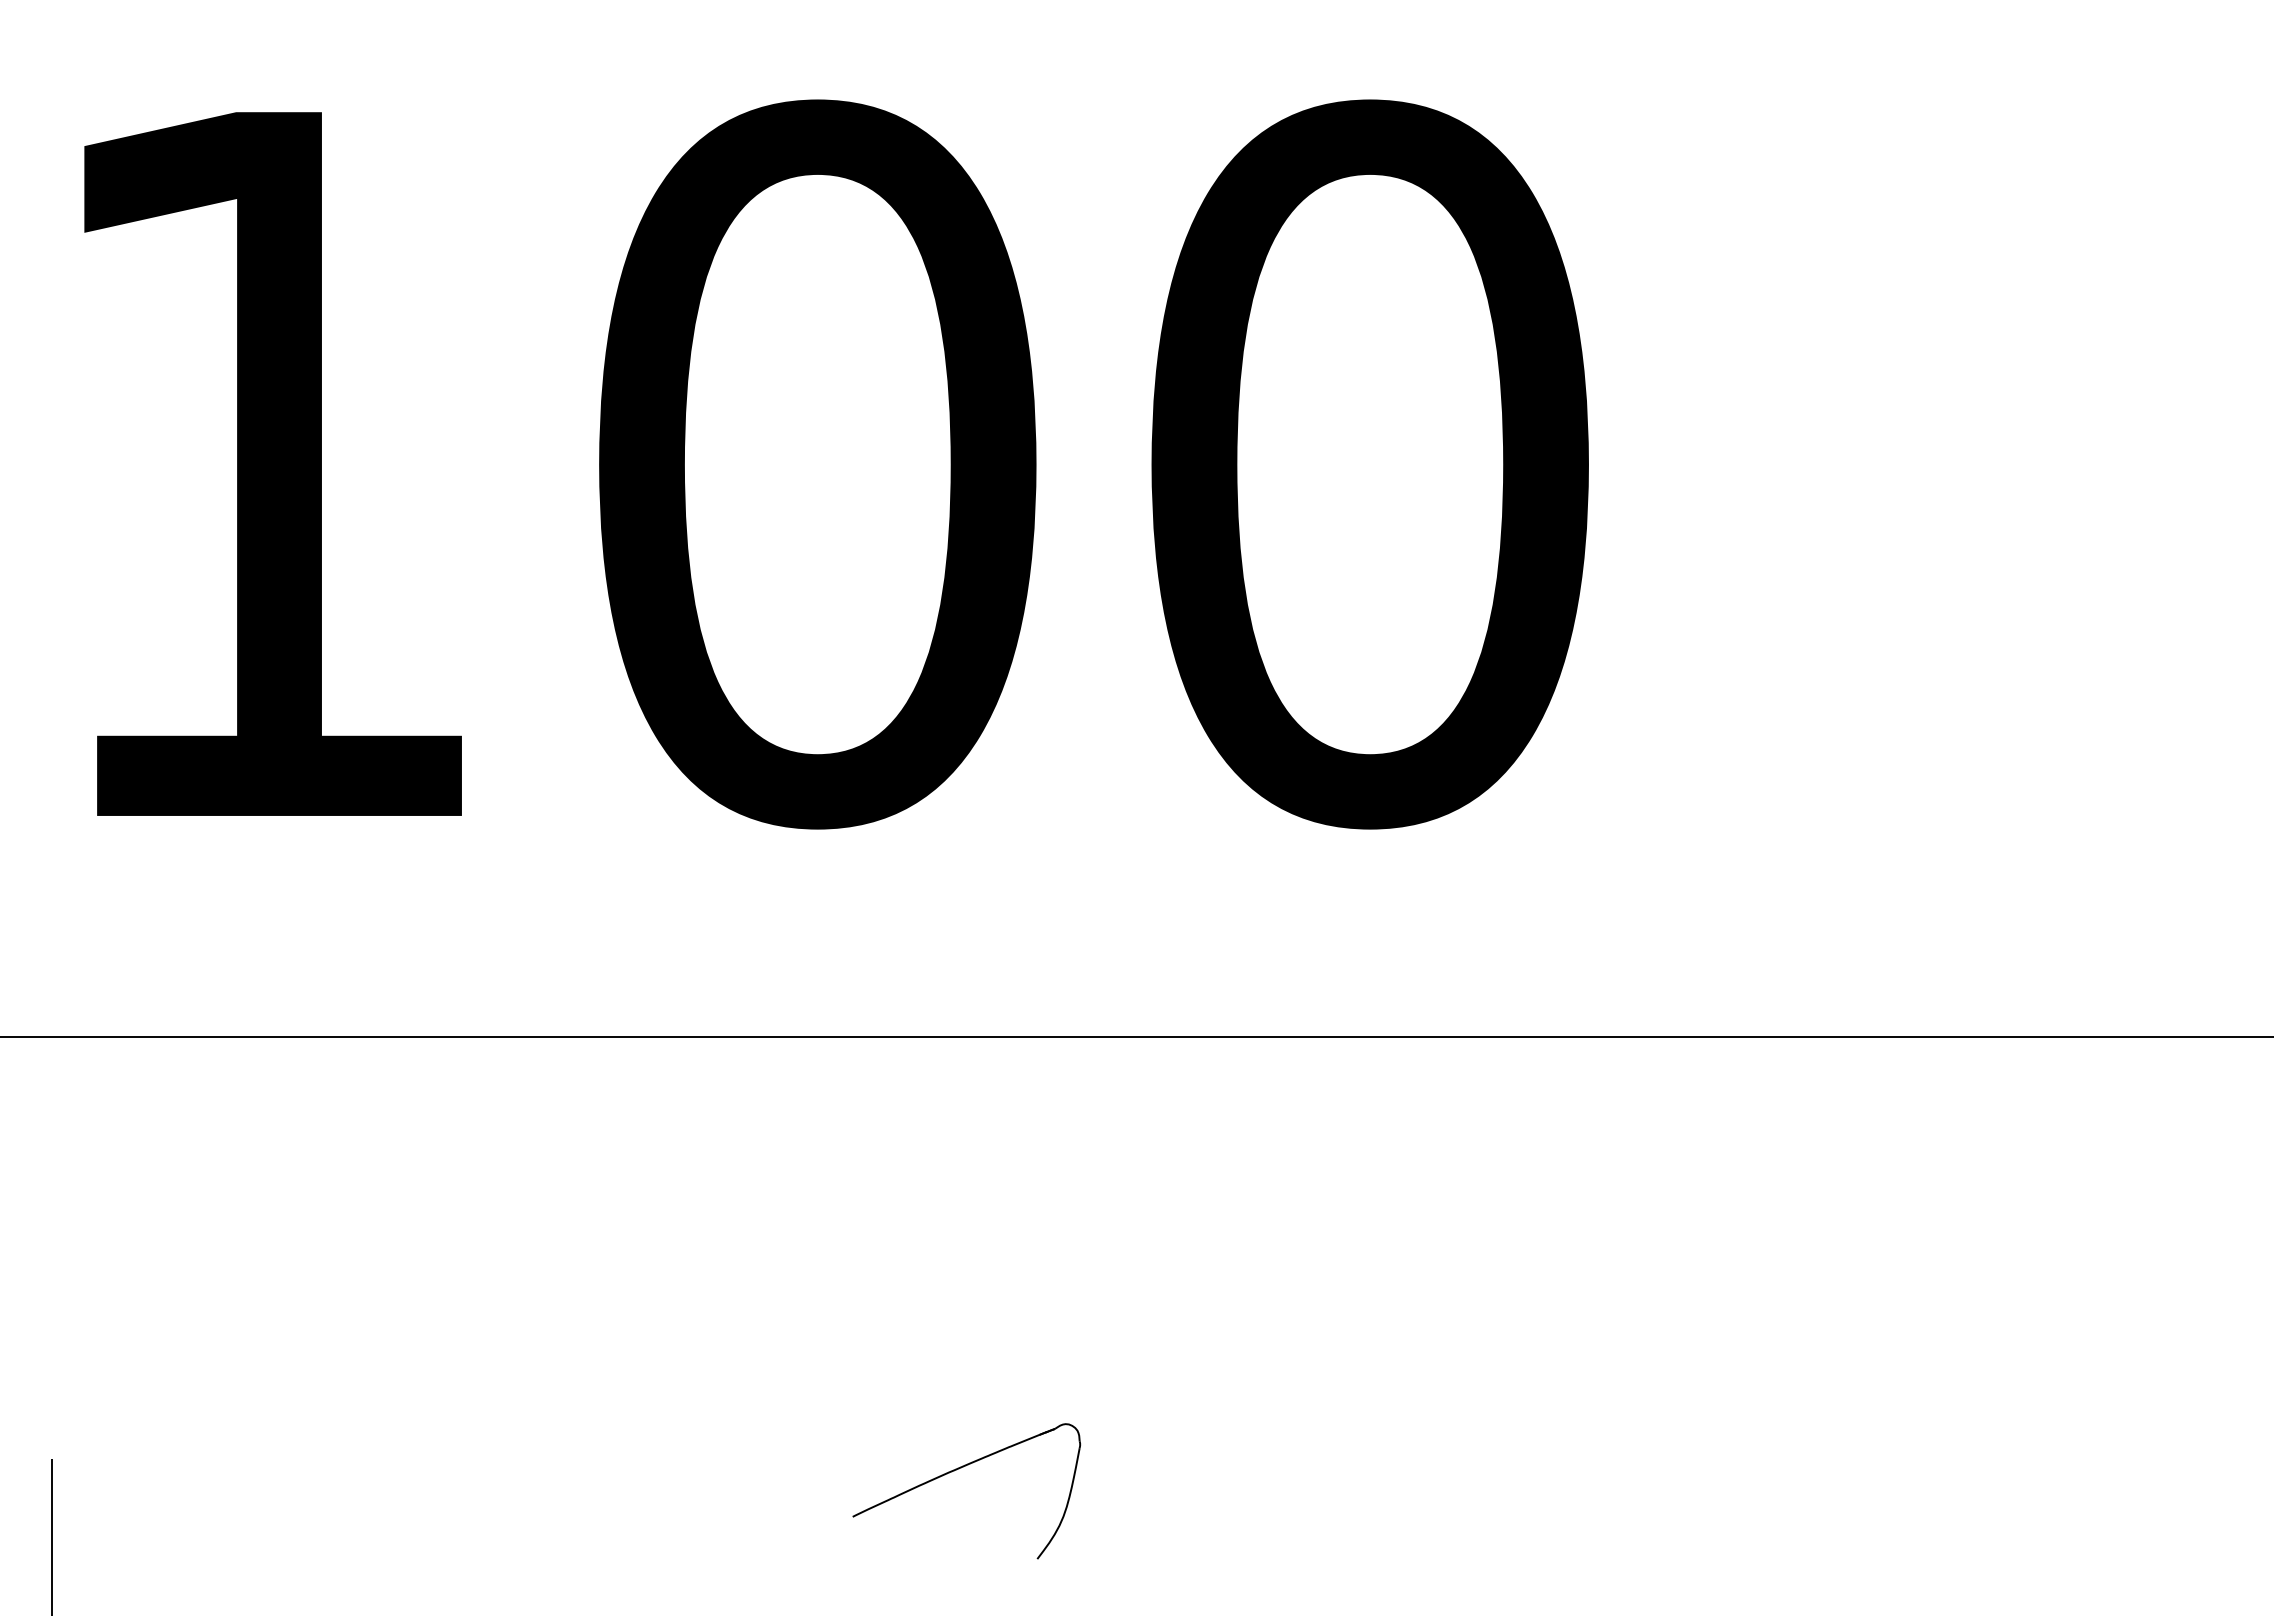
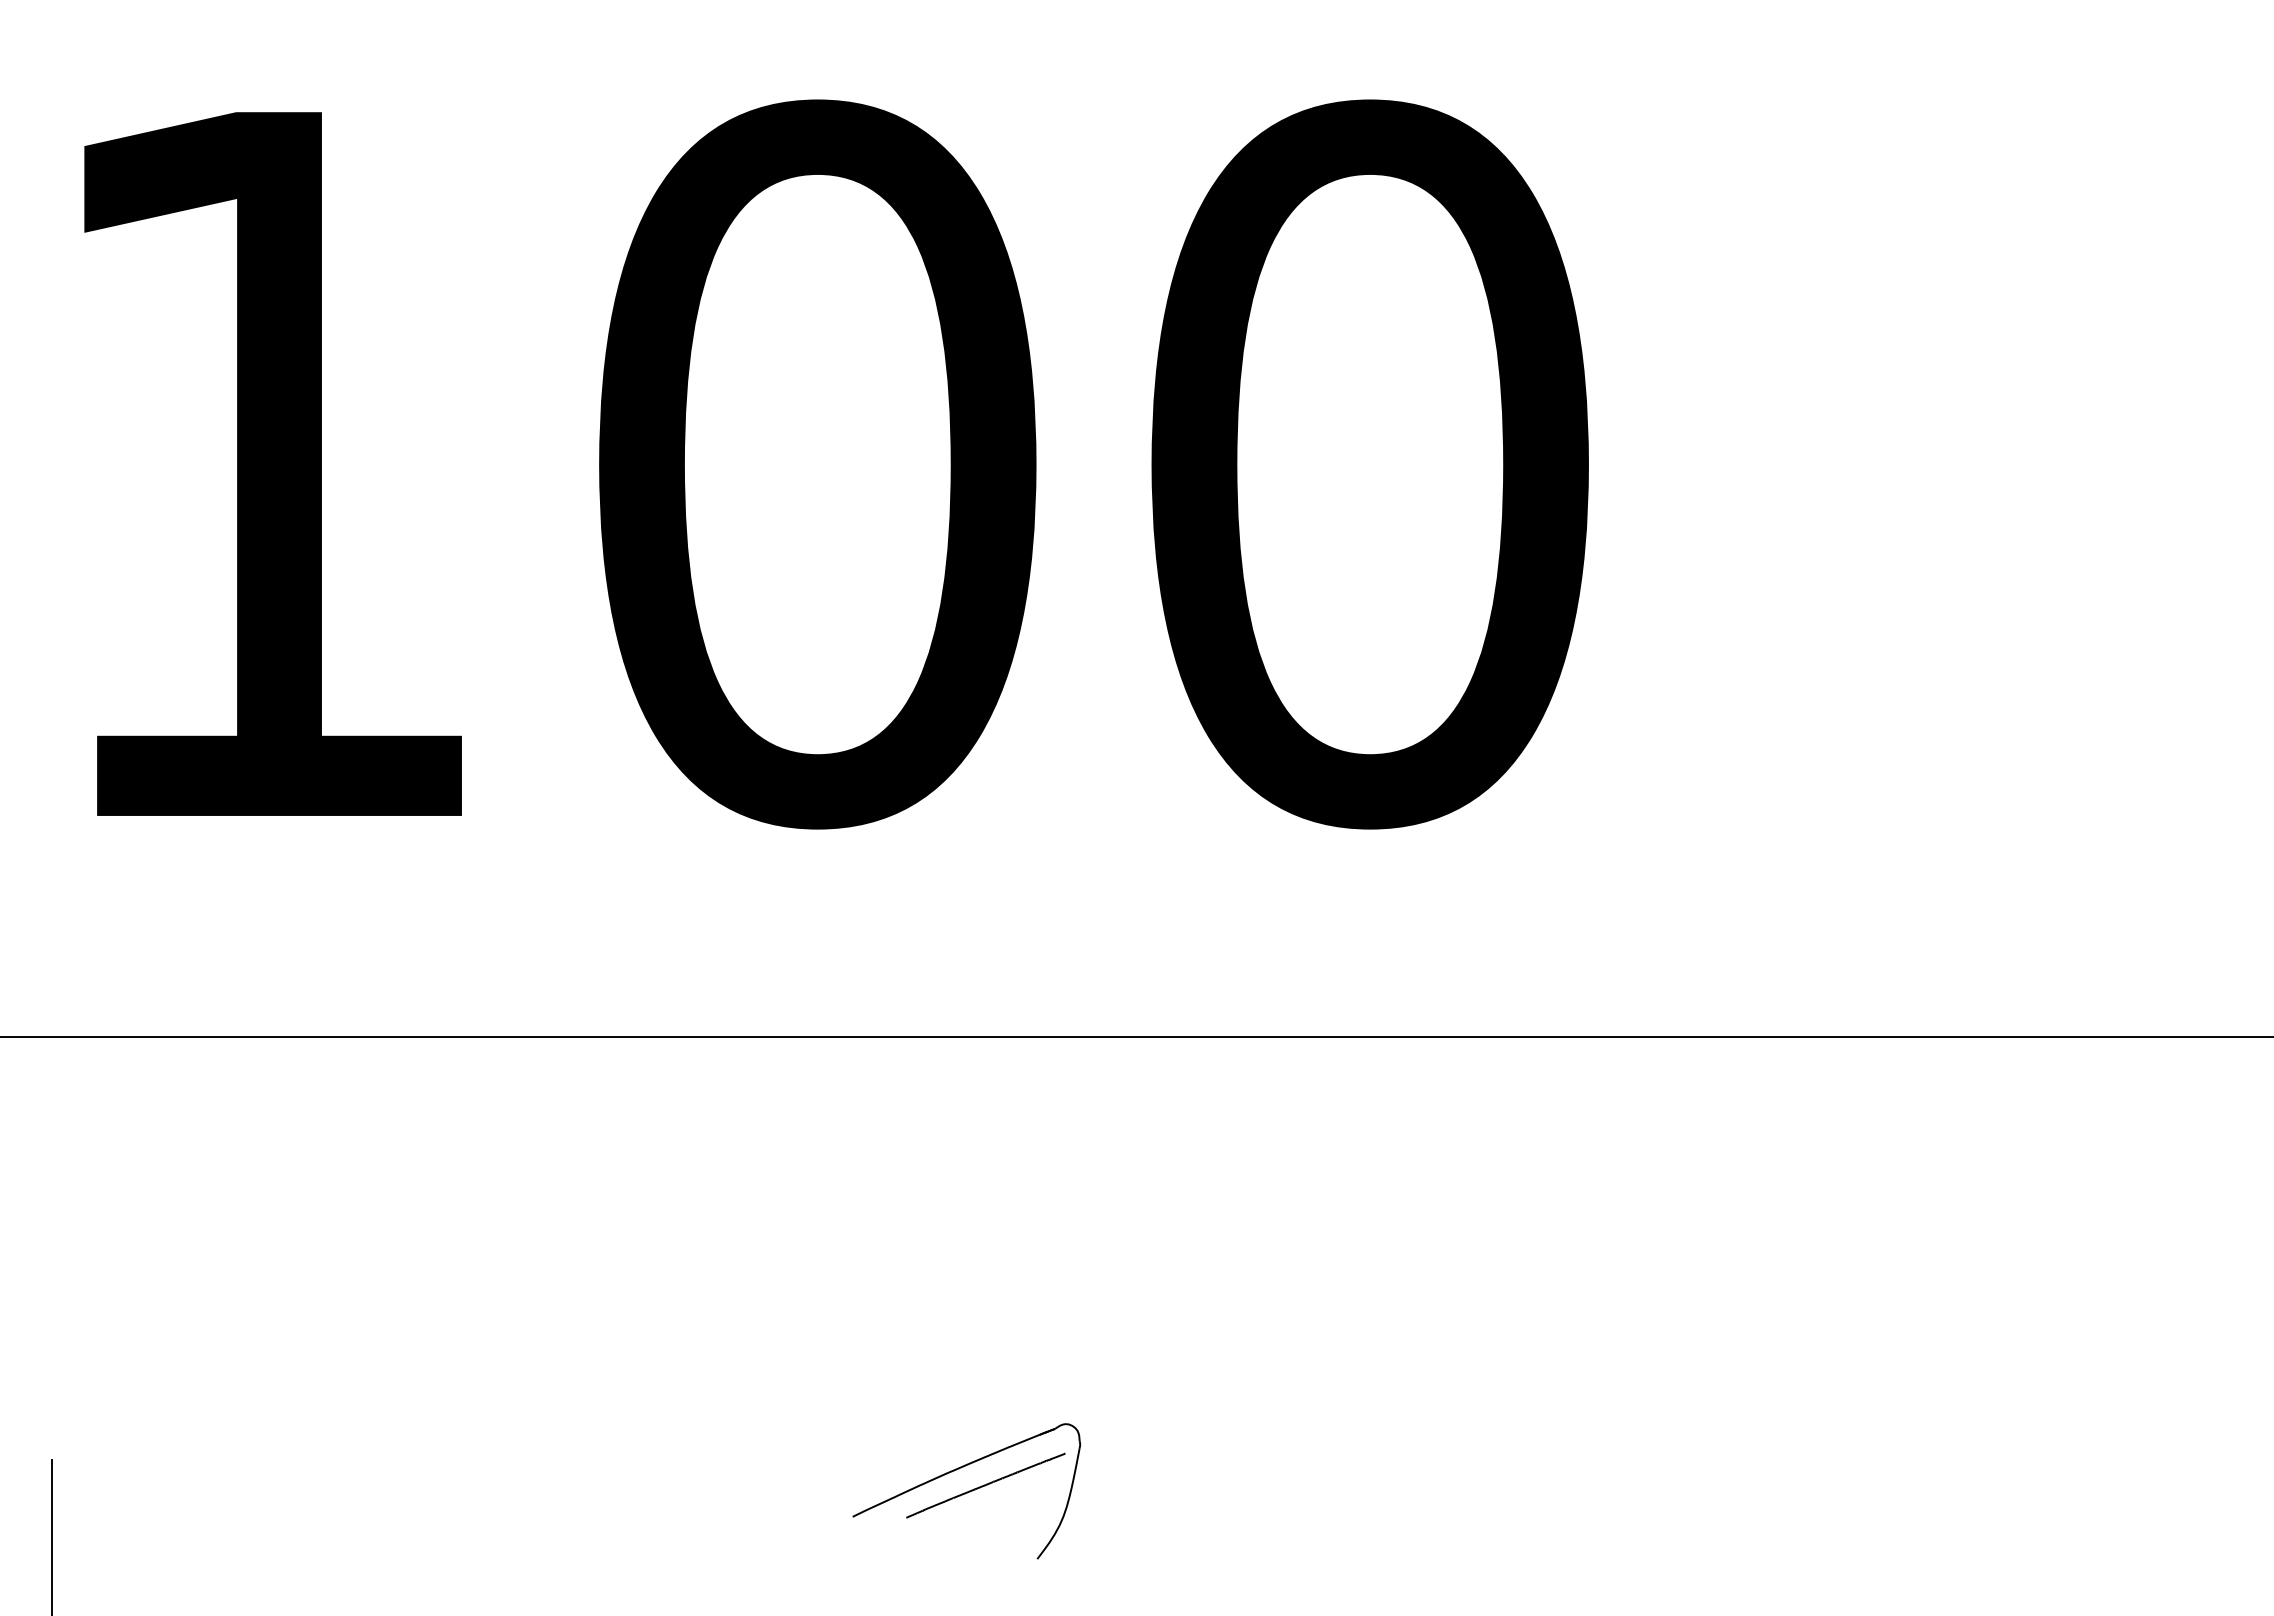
line at (985, 1485): none -> present
